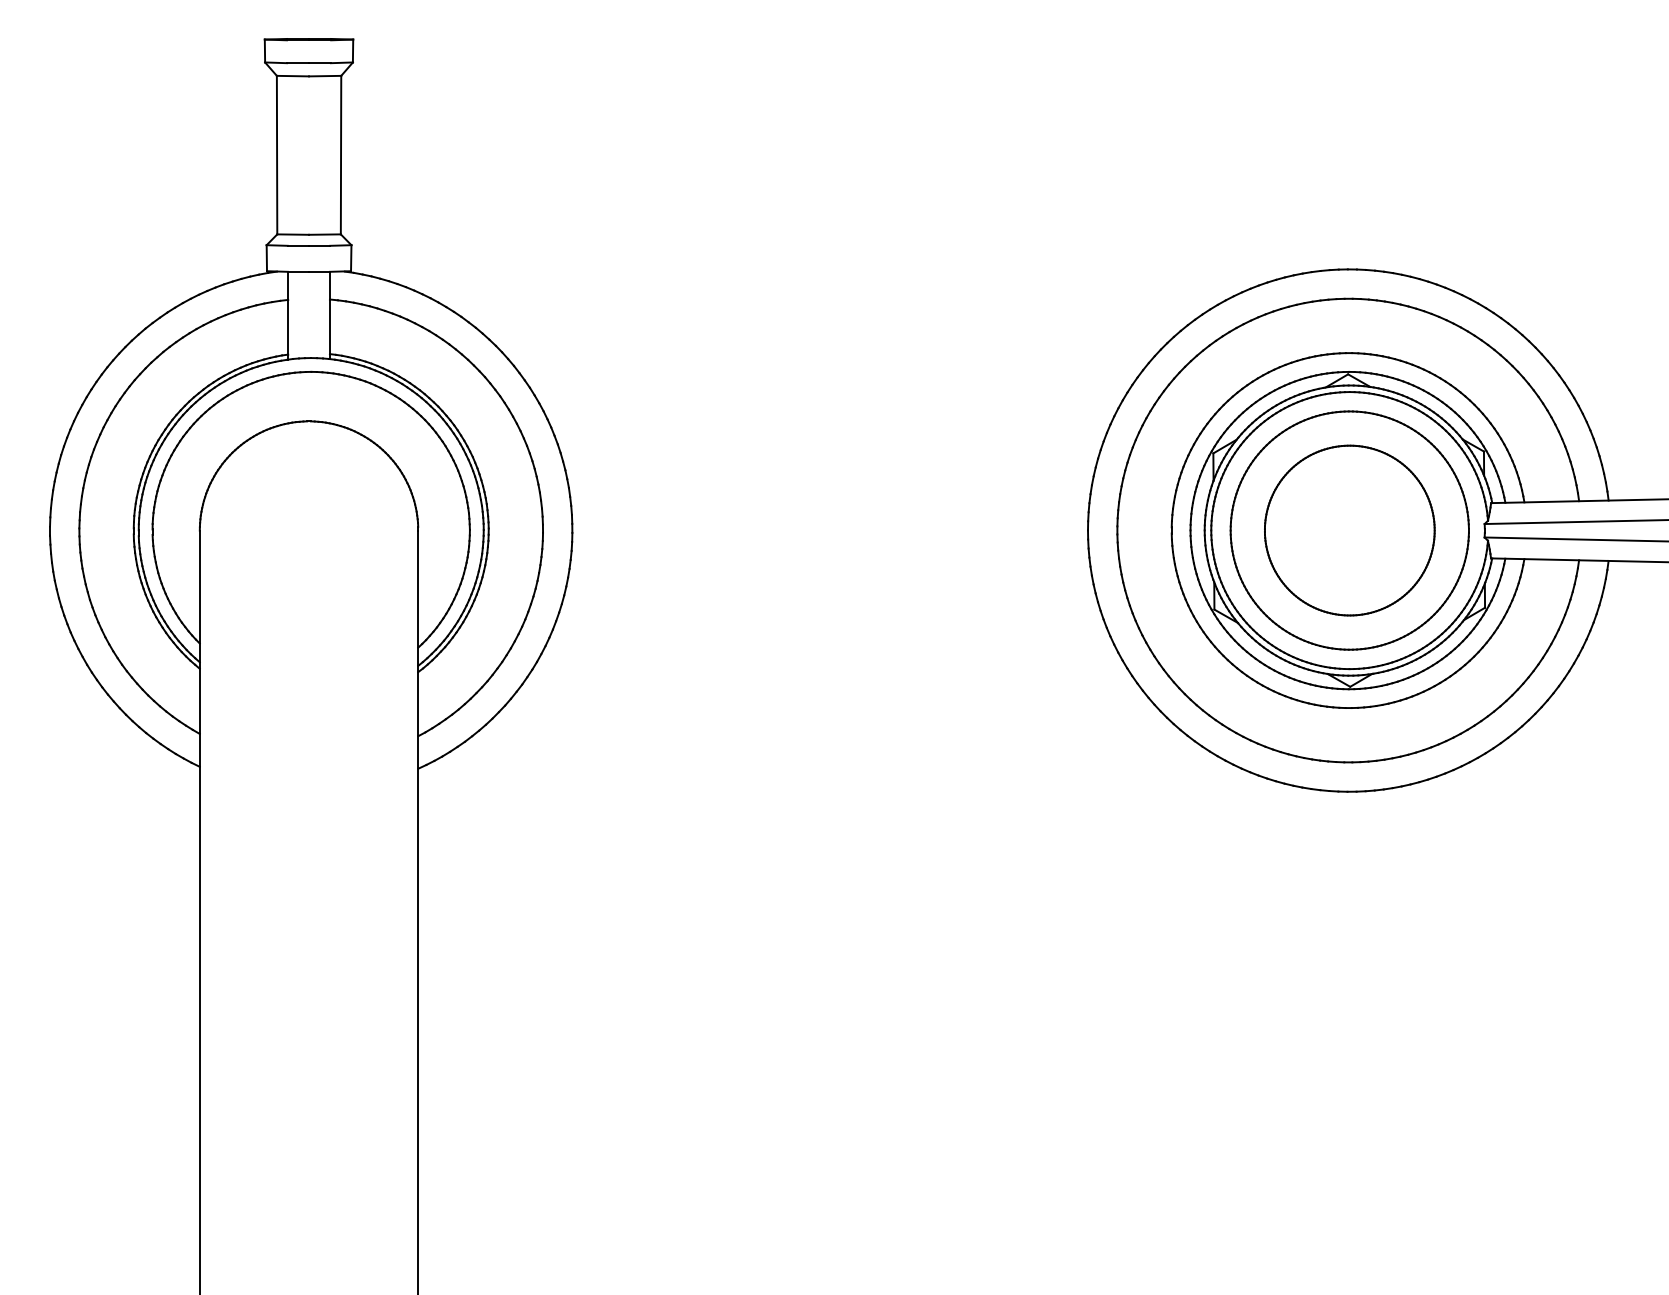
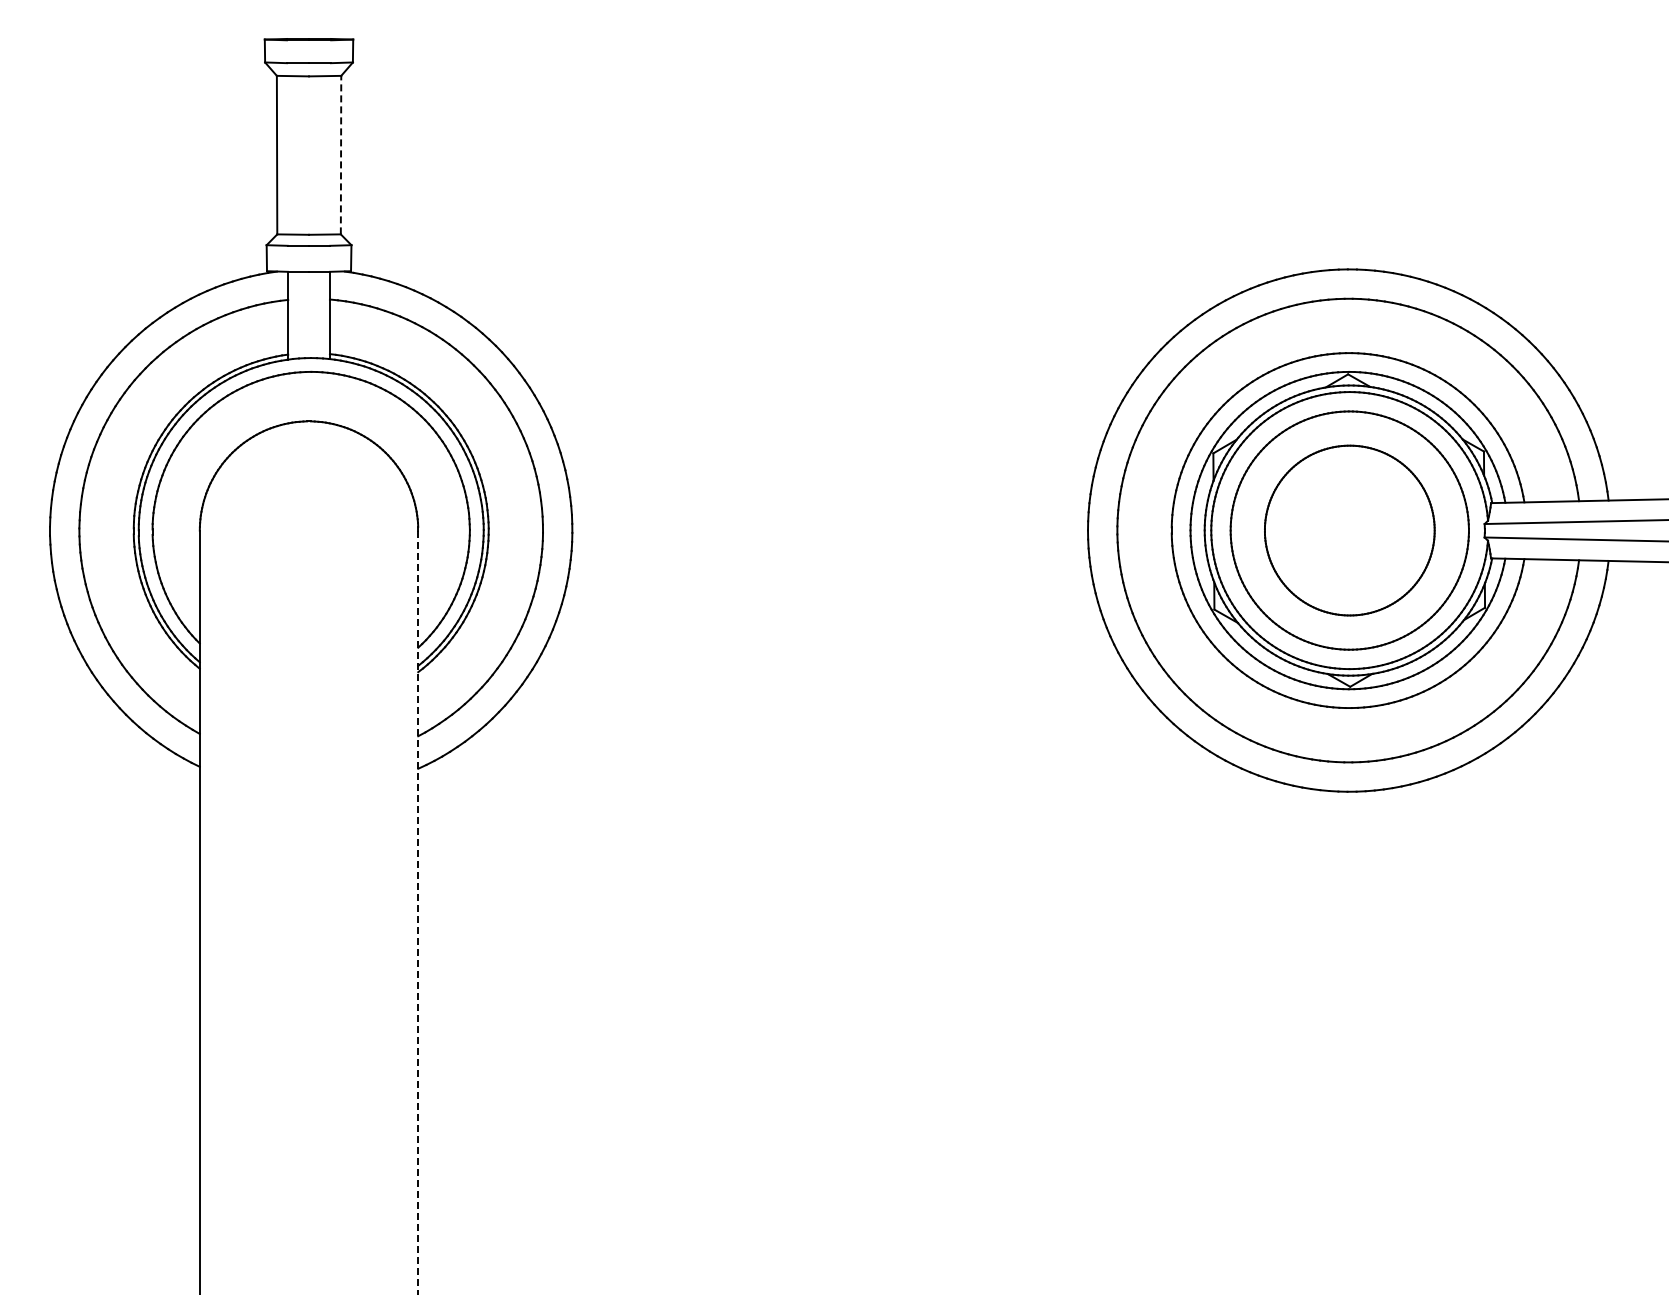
line at (341, 154): solid -> dashed
line at (418, 912): solid -> dashed
